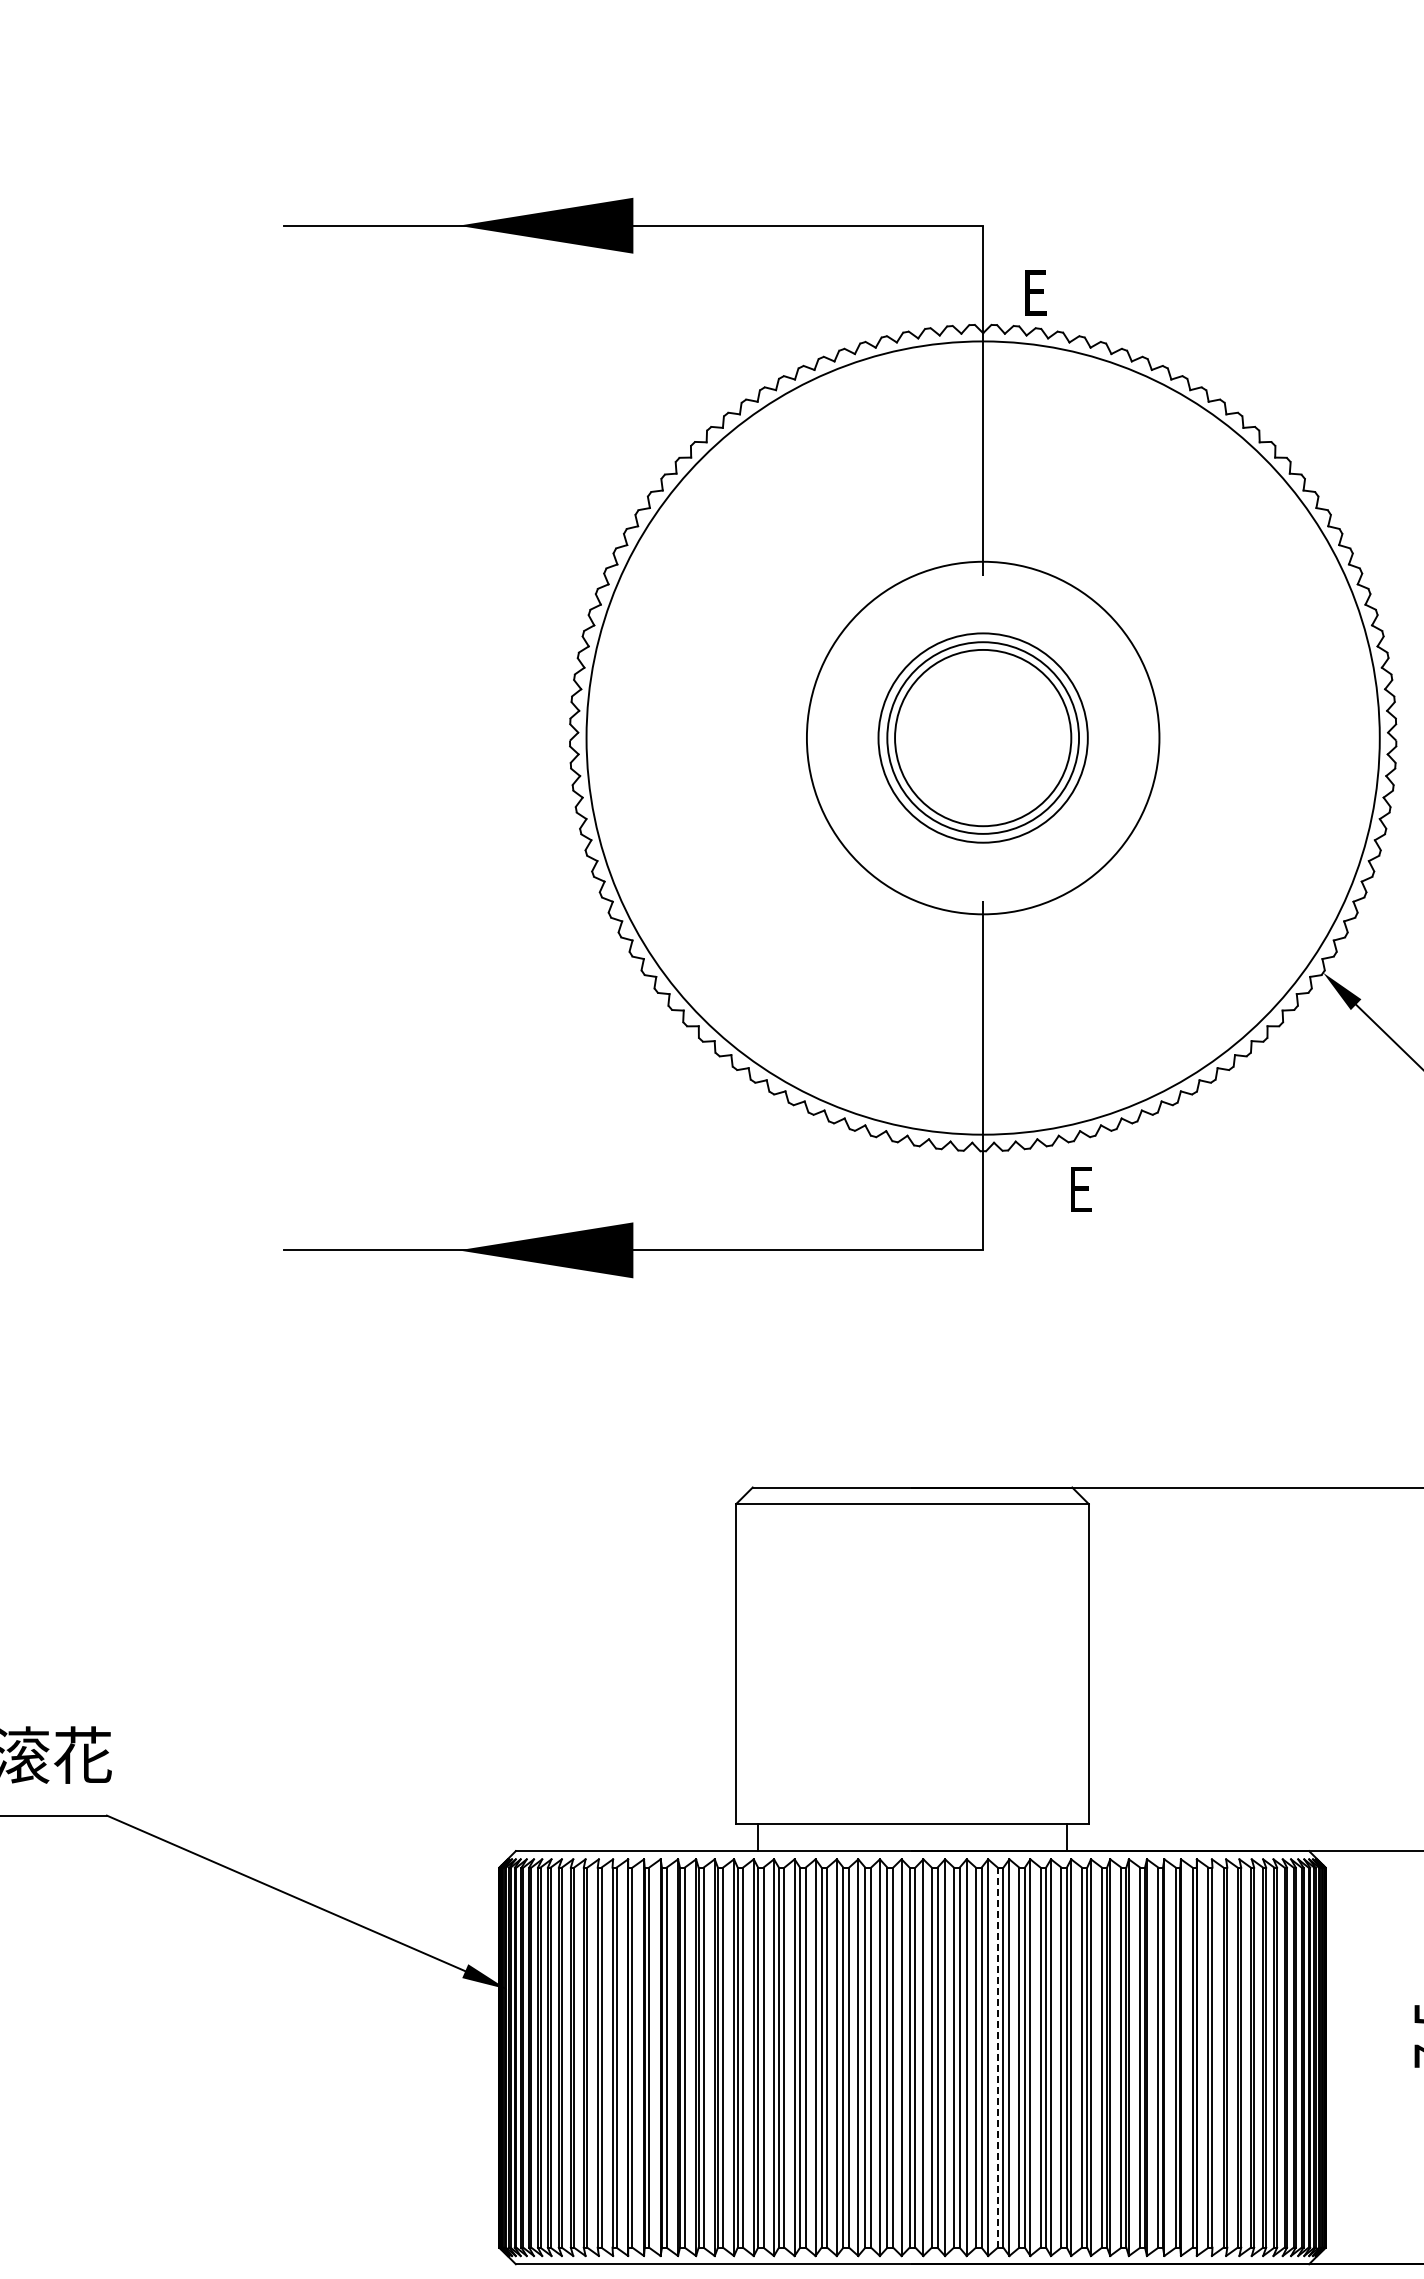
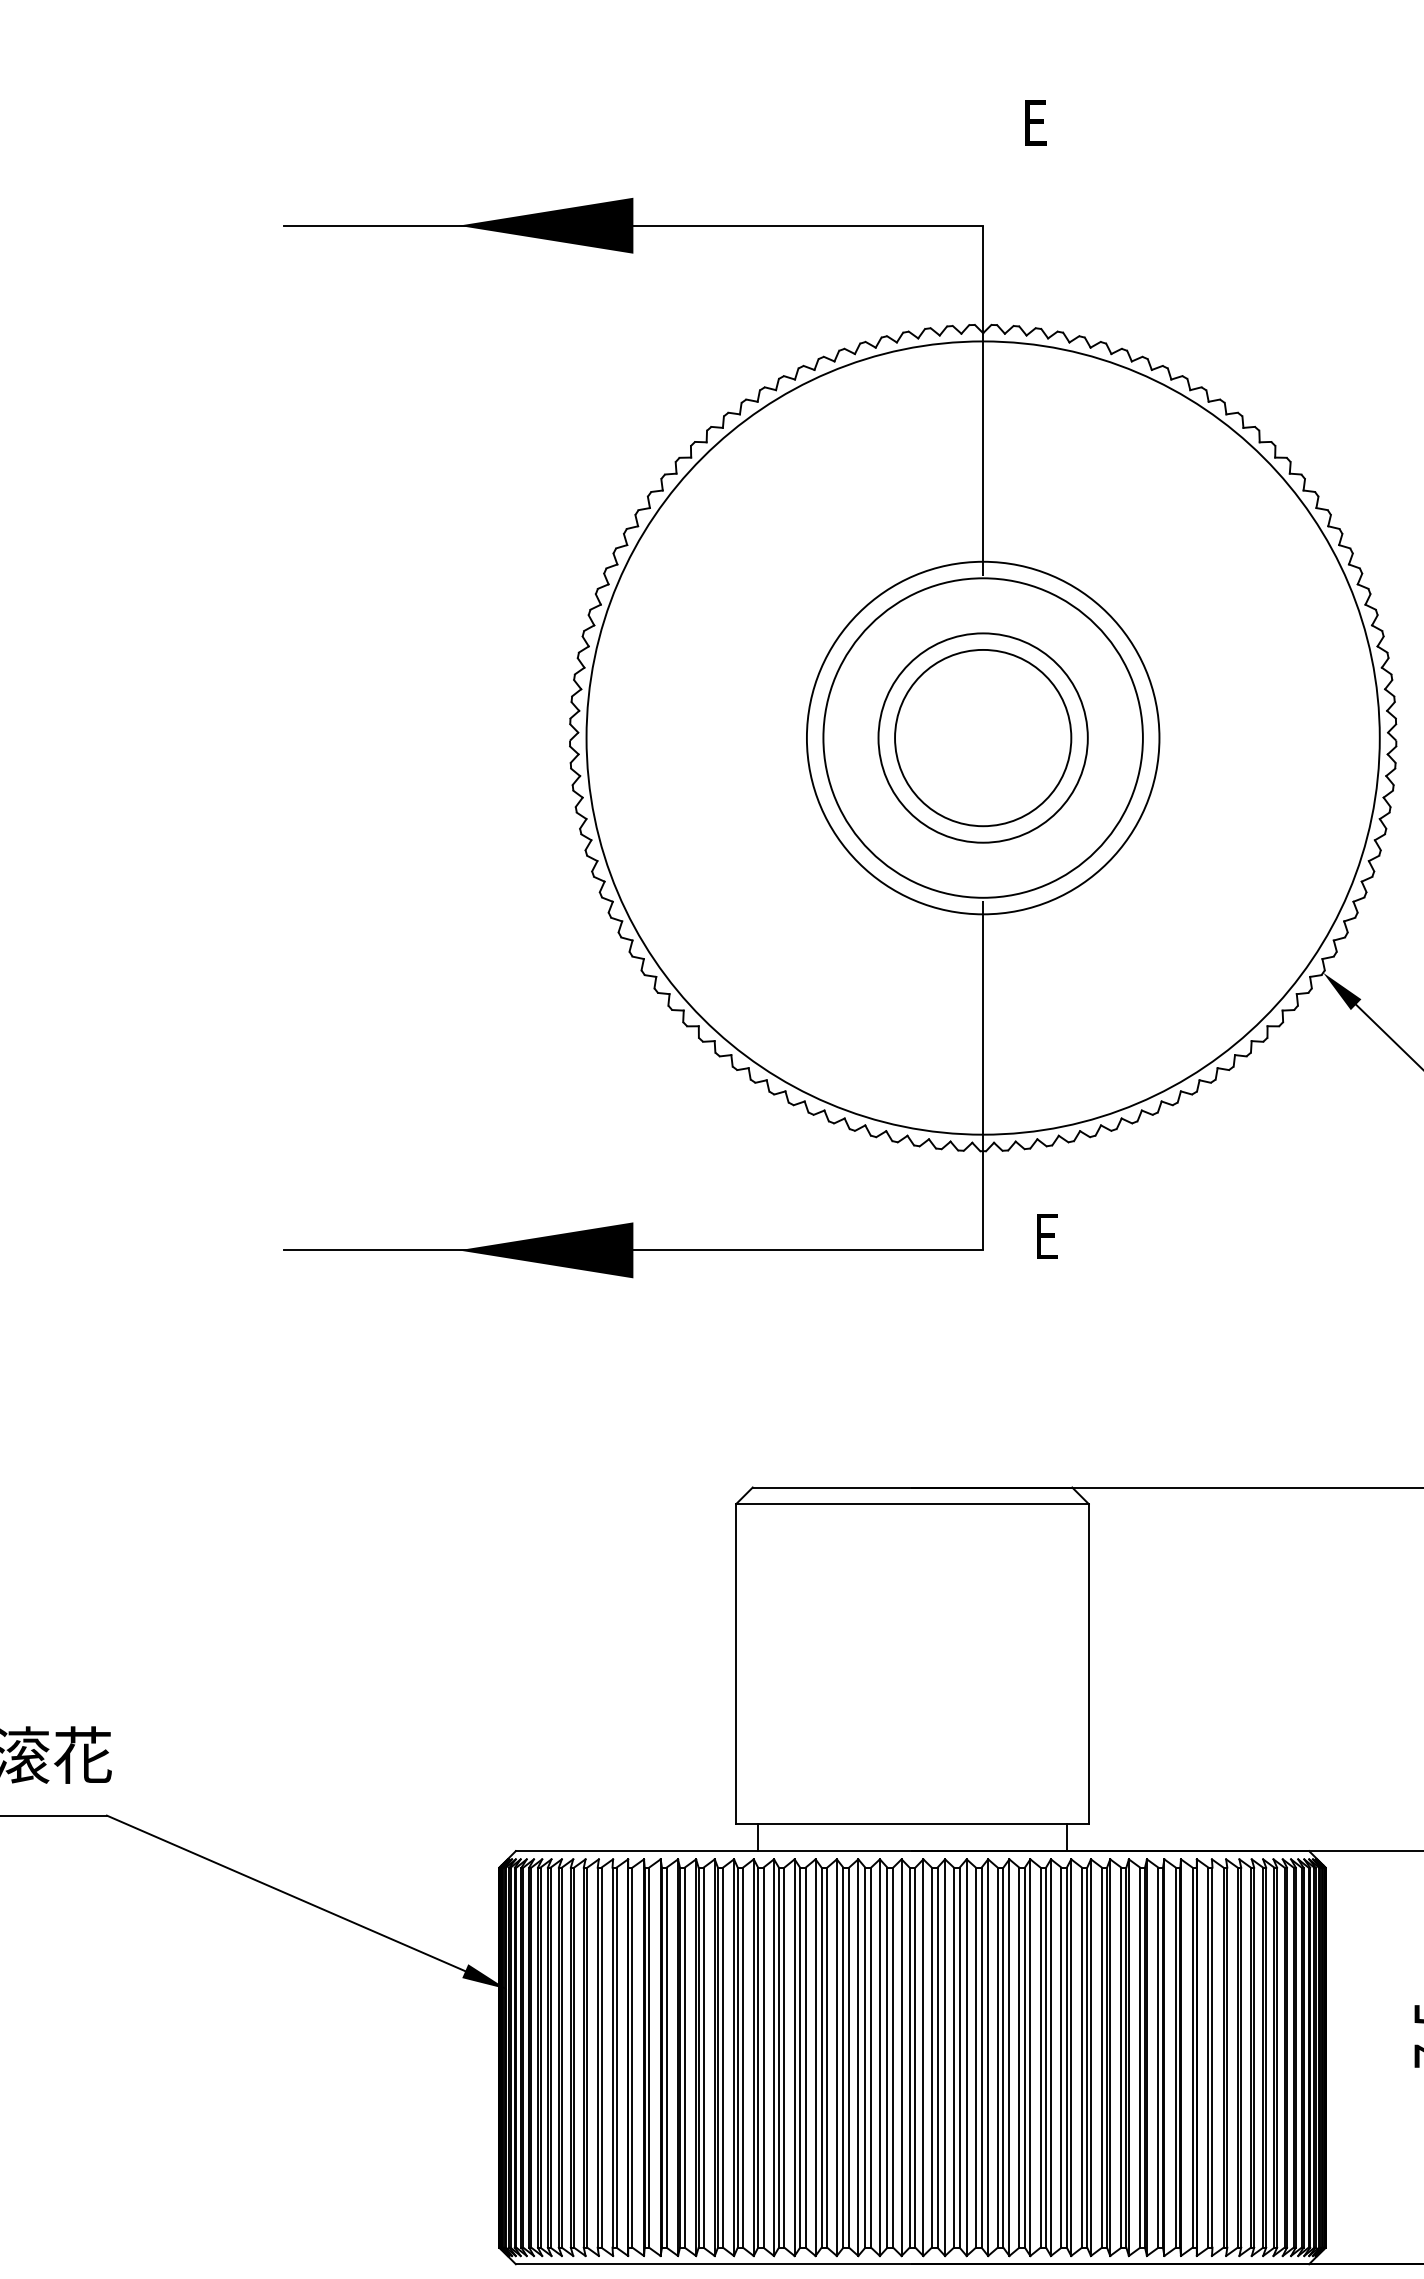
text at (1035, 292) position: (1035, 292) -> (1035, 122)
circle at (983, 737) diameter: 192 px -> 320 px
text at (1081, 1189) position: (1081, 1189) -> (1047, 1236)
line at (997, 2057): dashed -> solid
